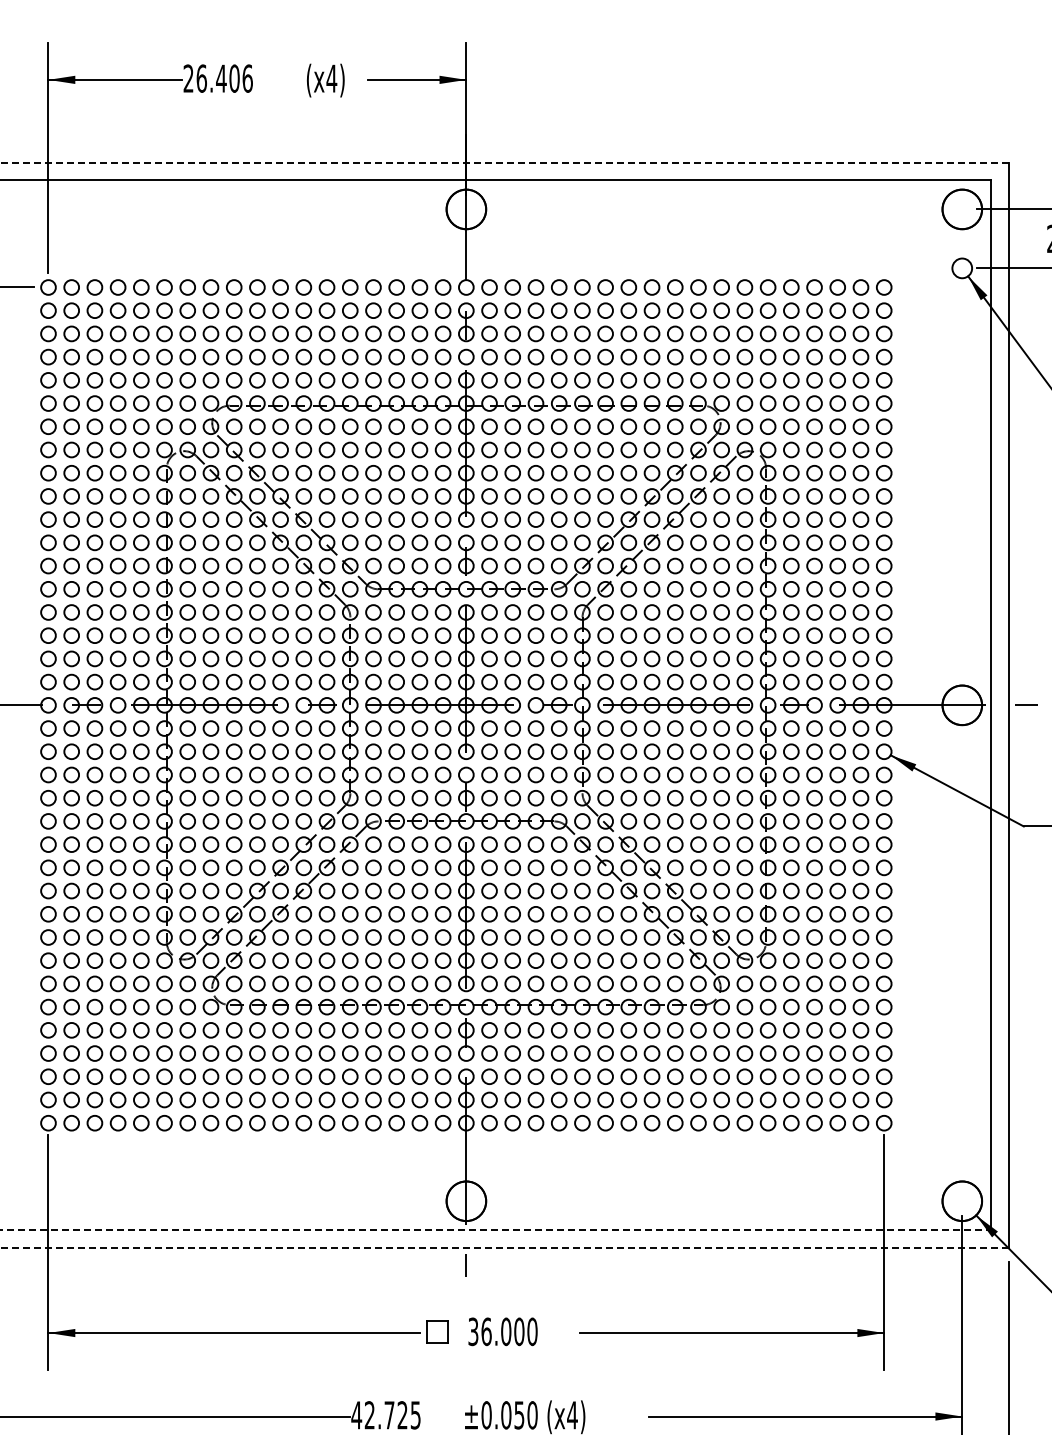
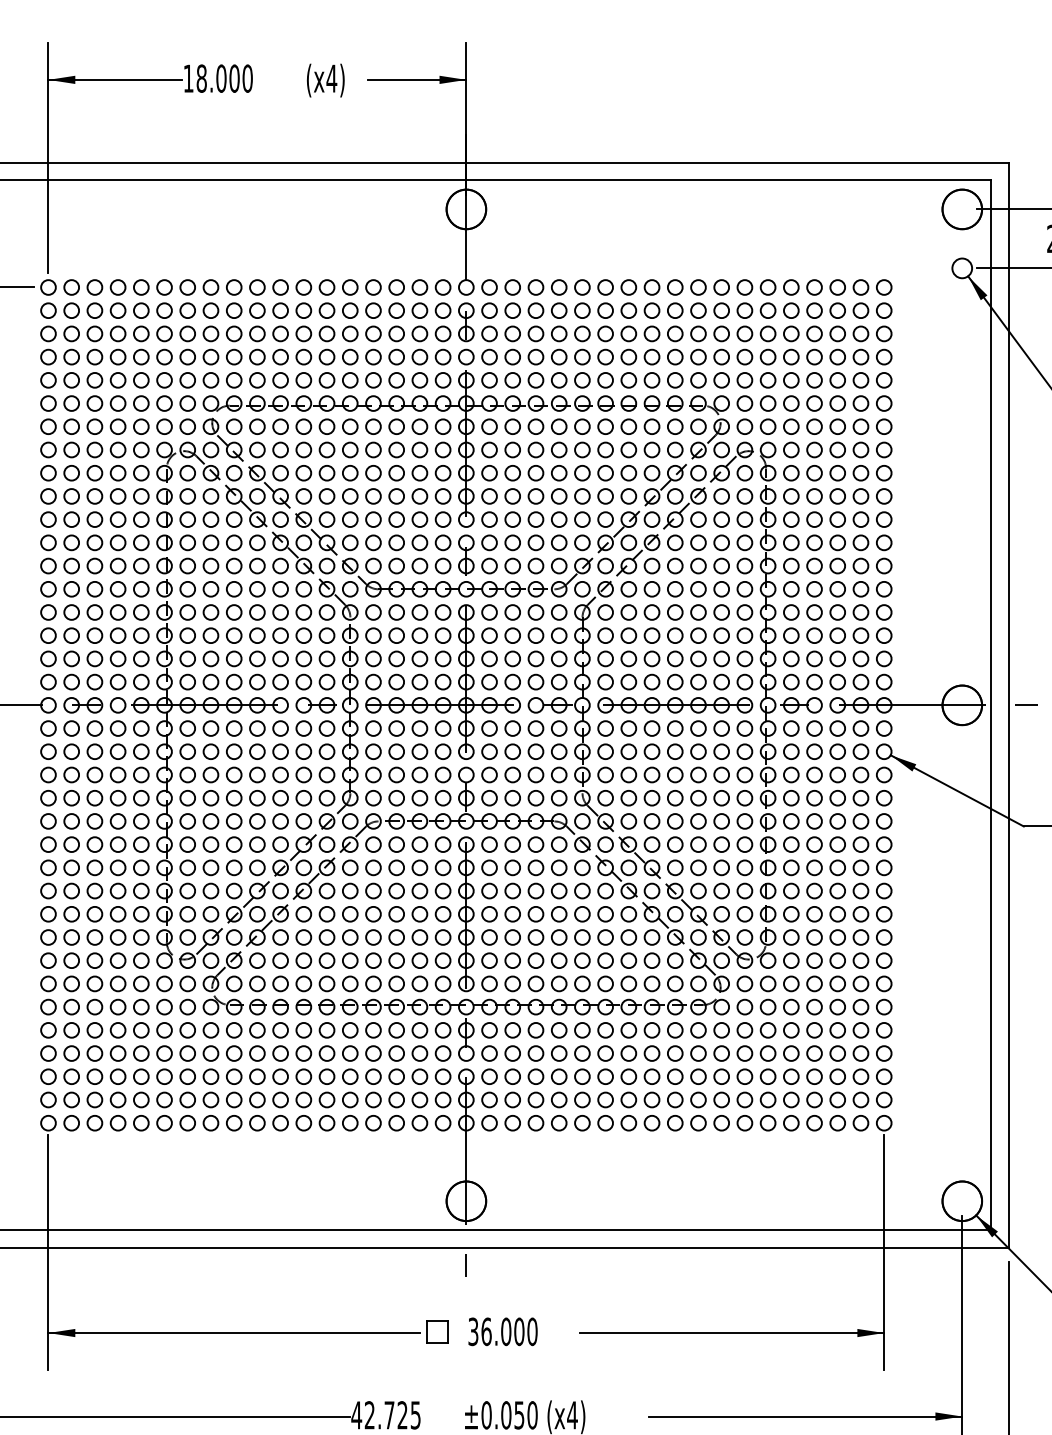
text at (217, 78): 26.406 -> 18.000
line at (503, 163): dashed -> solid
line at (496, 1230): dashed -> solid
line at (504, 1247): dashed -> solid
